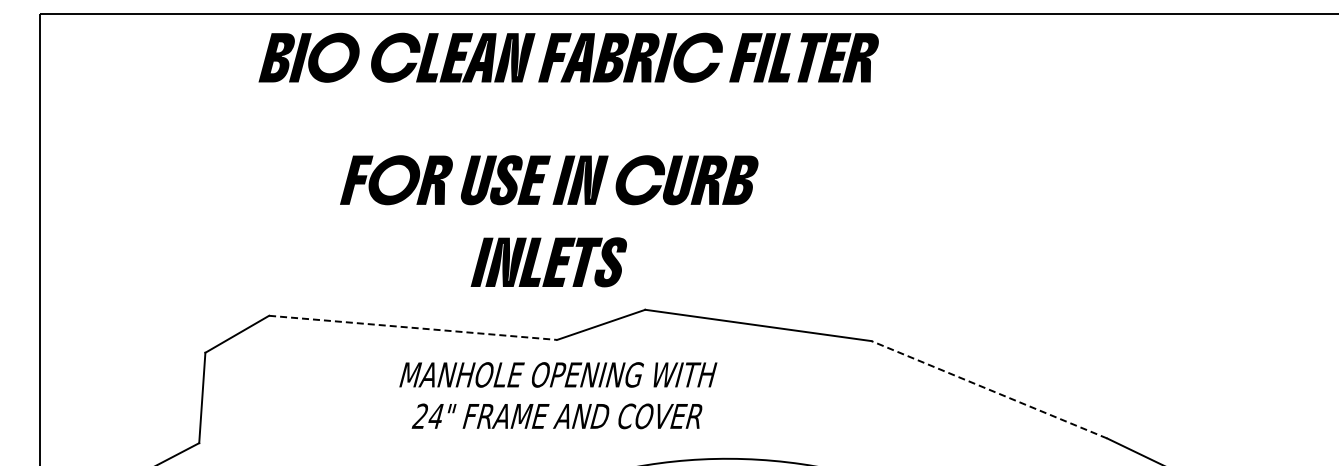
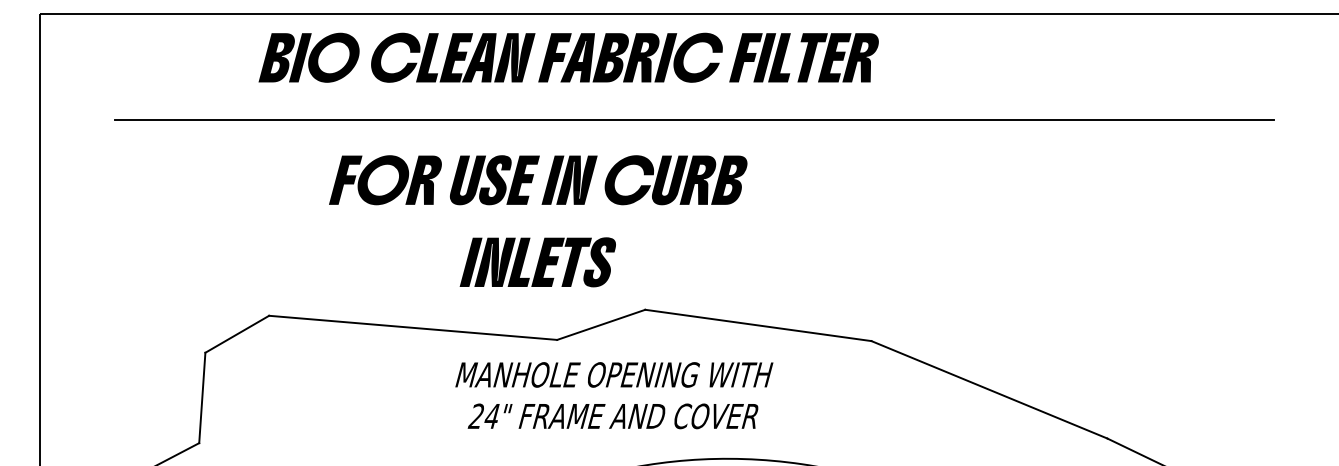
line at (694, 120): none -> present
text at (549, 221) position: (549, 221) -> (538, 221)
line at (413, 327): dashed -> solid
line at (989, 389): dashed -> solid
text at (558, 395) position: (558, 395) -> (614, 395)
